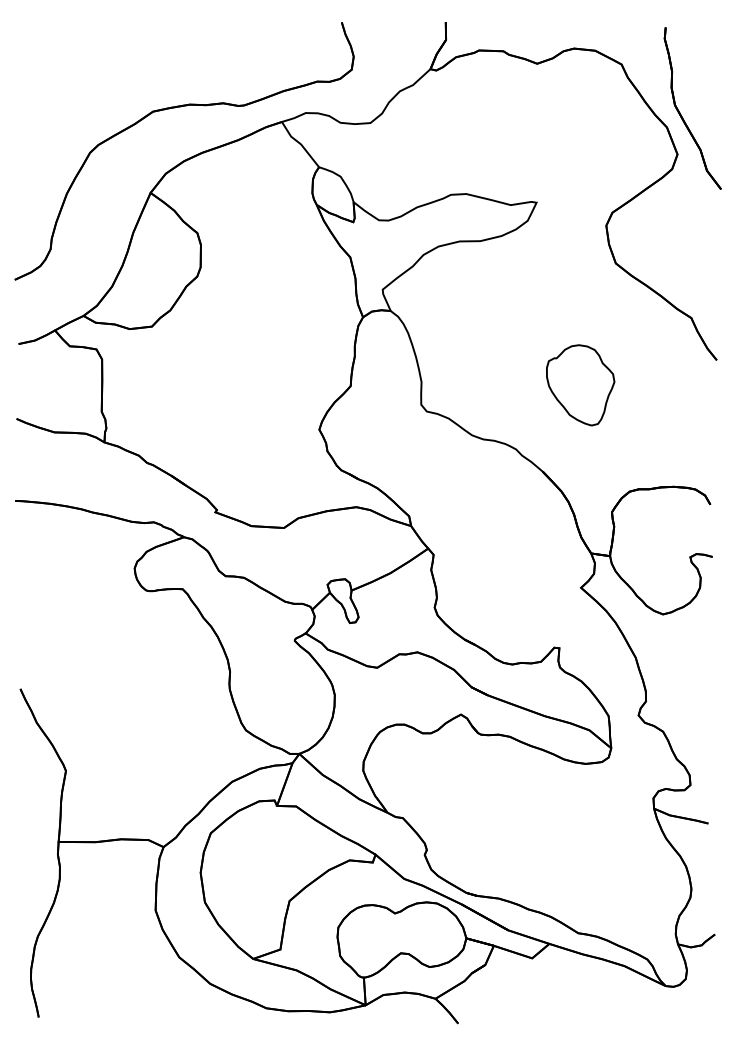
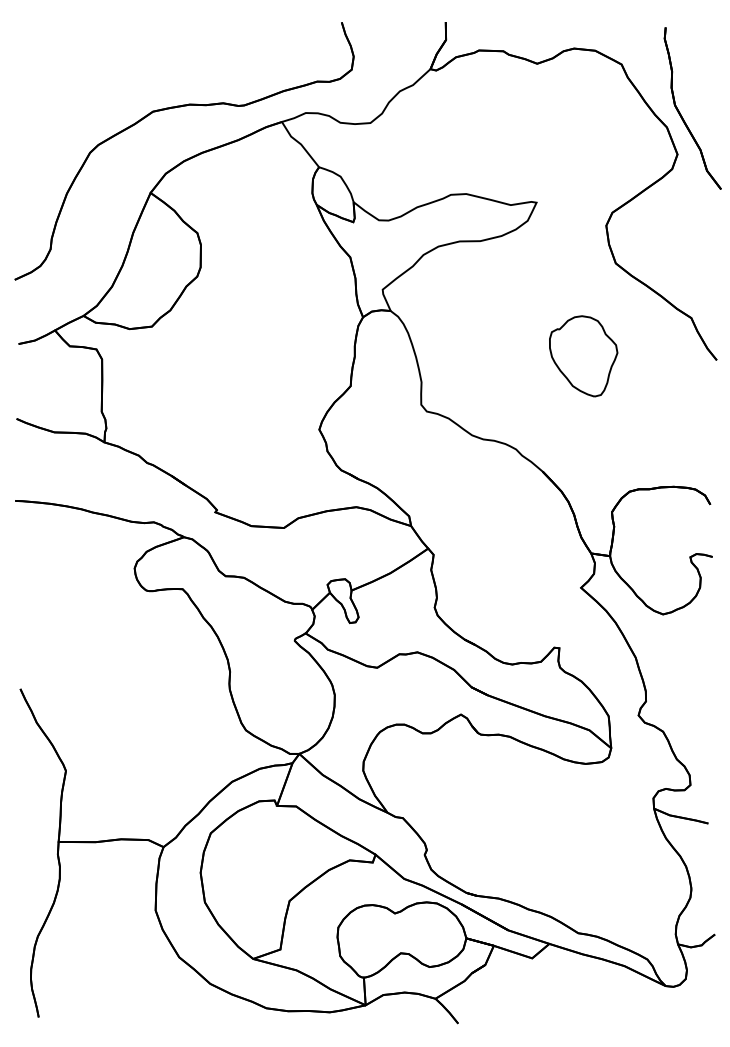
part at (580, 385) position: (580, 385) -> (583, 356)
